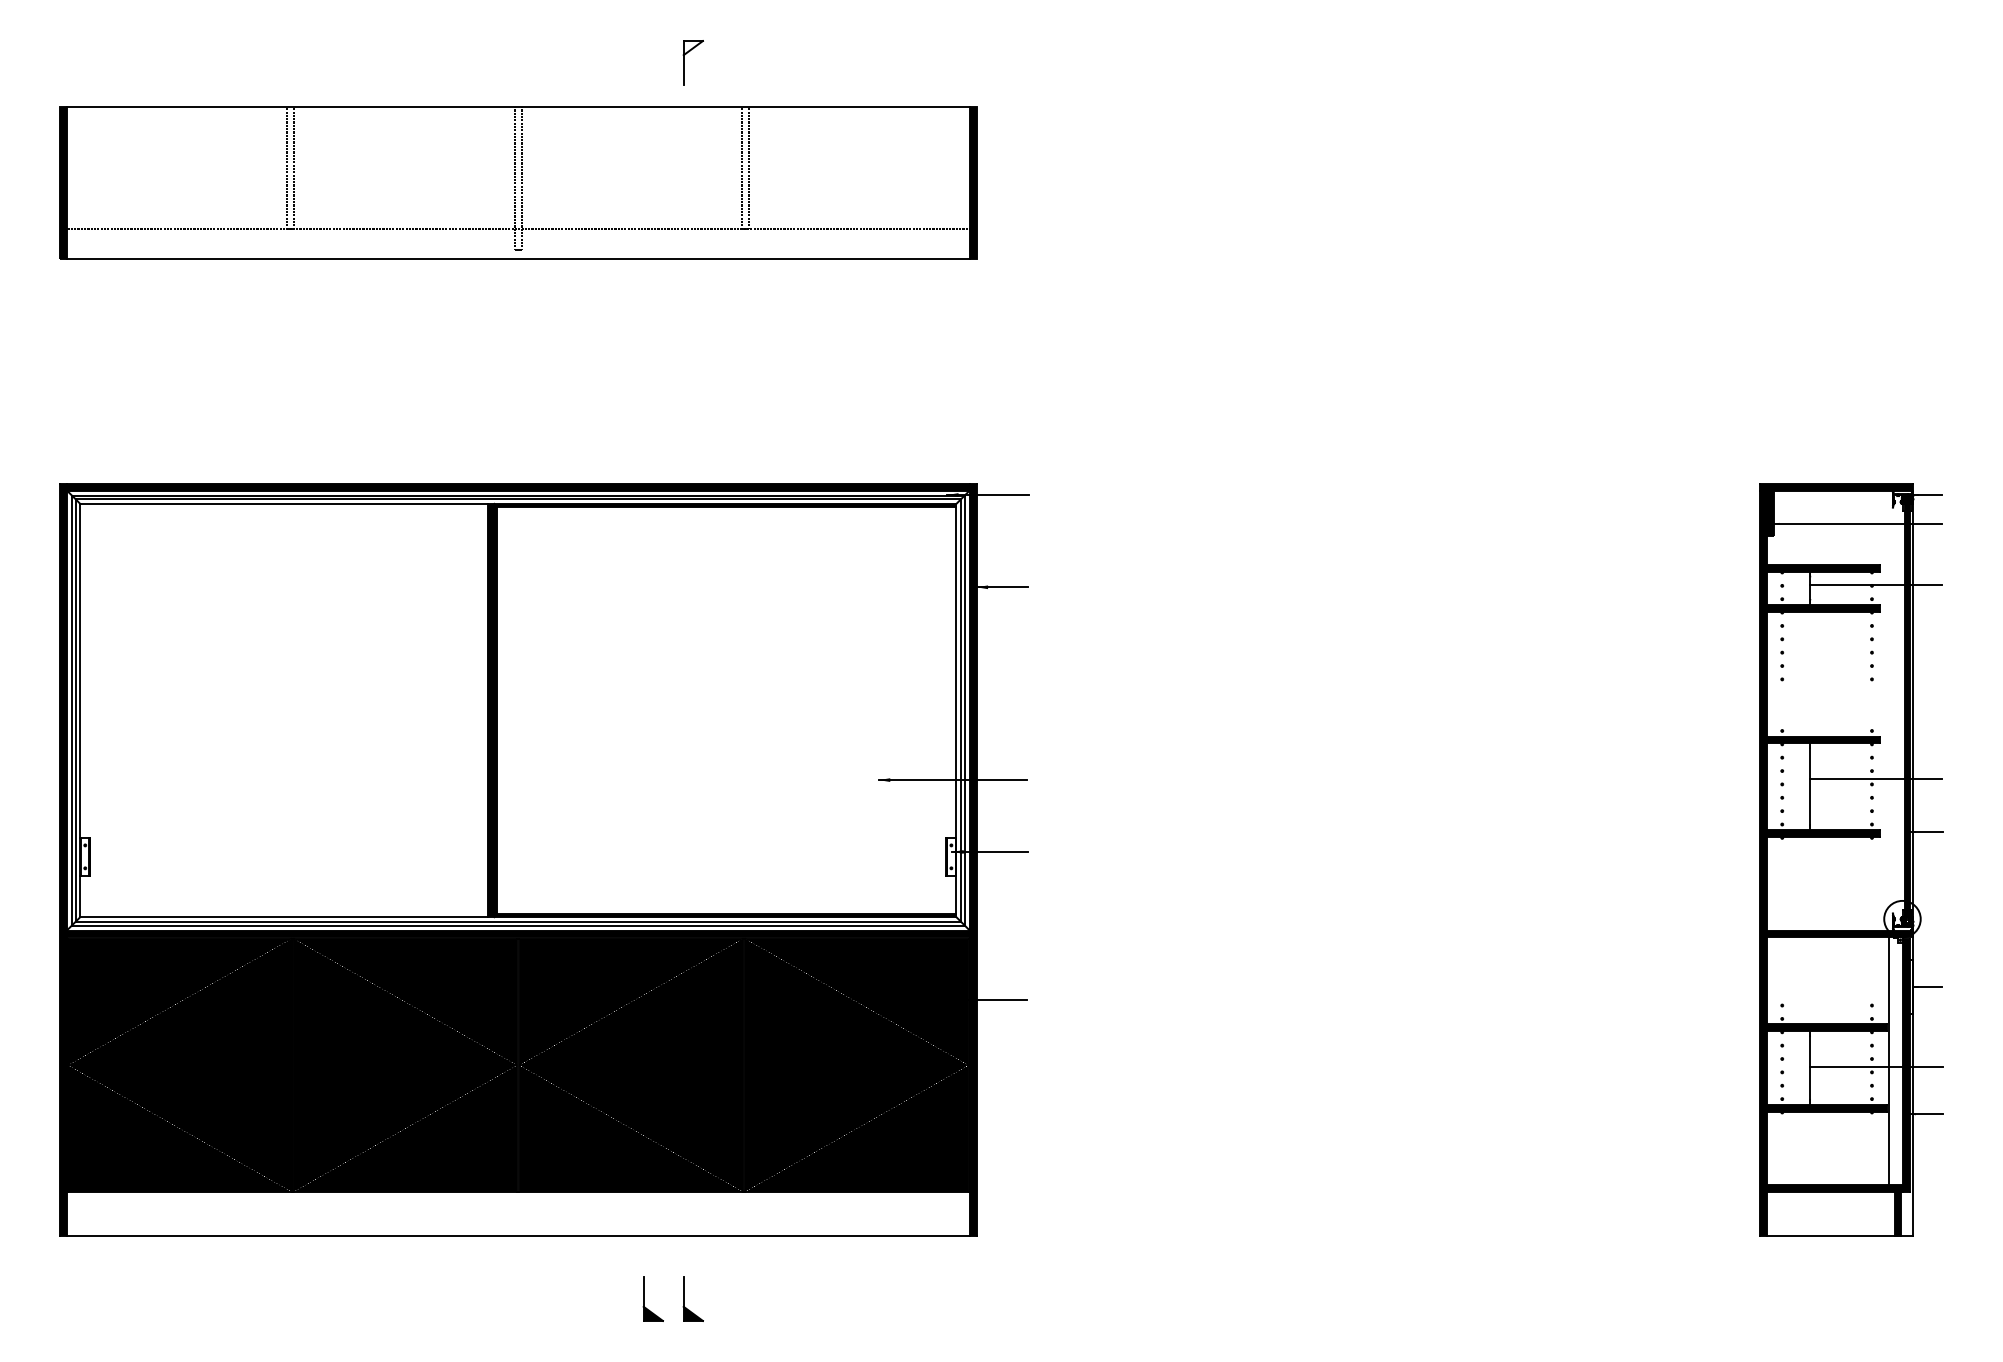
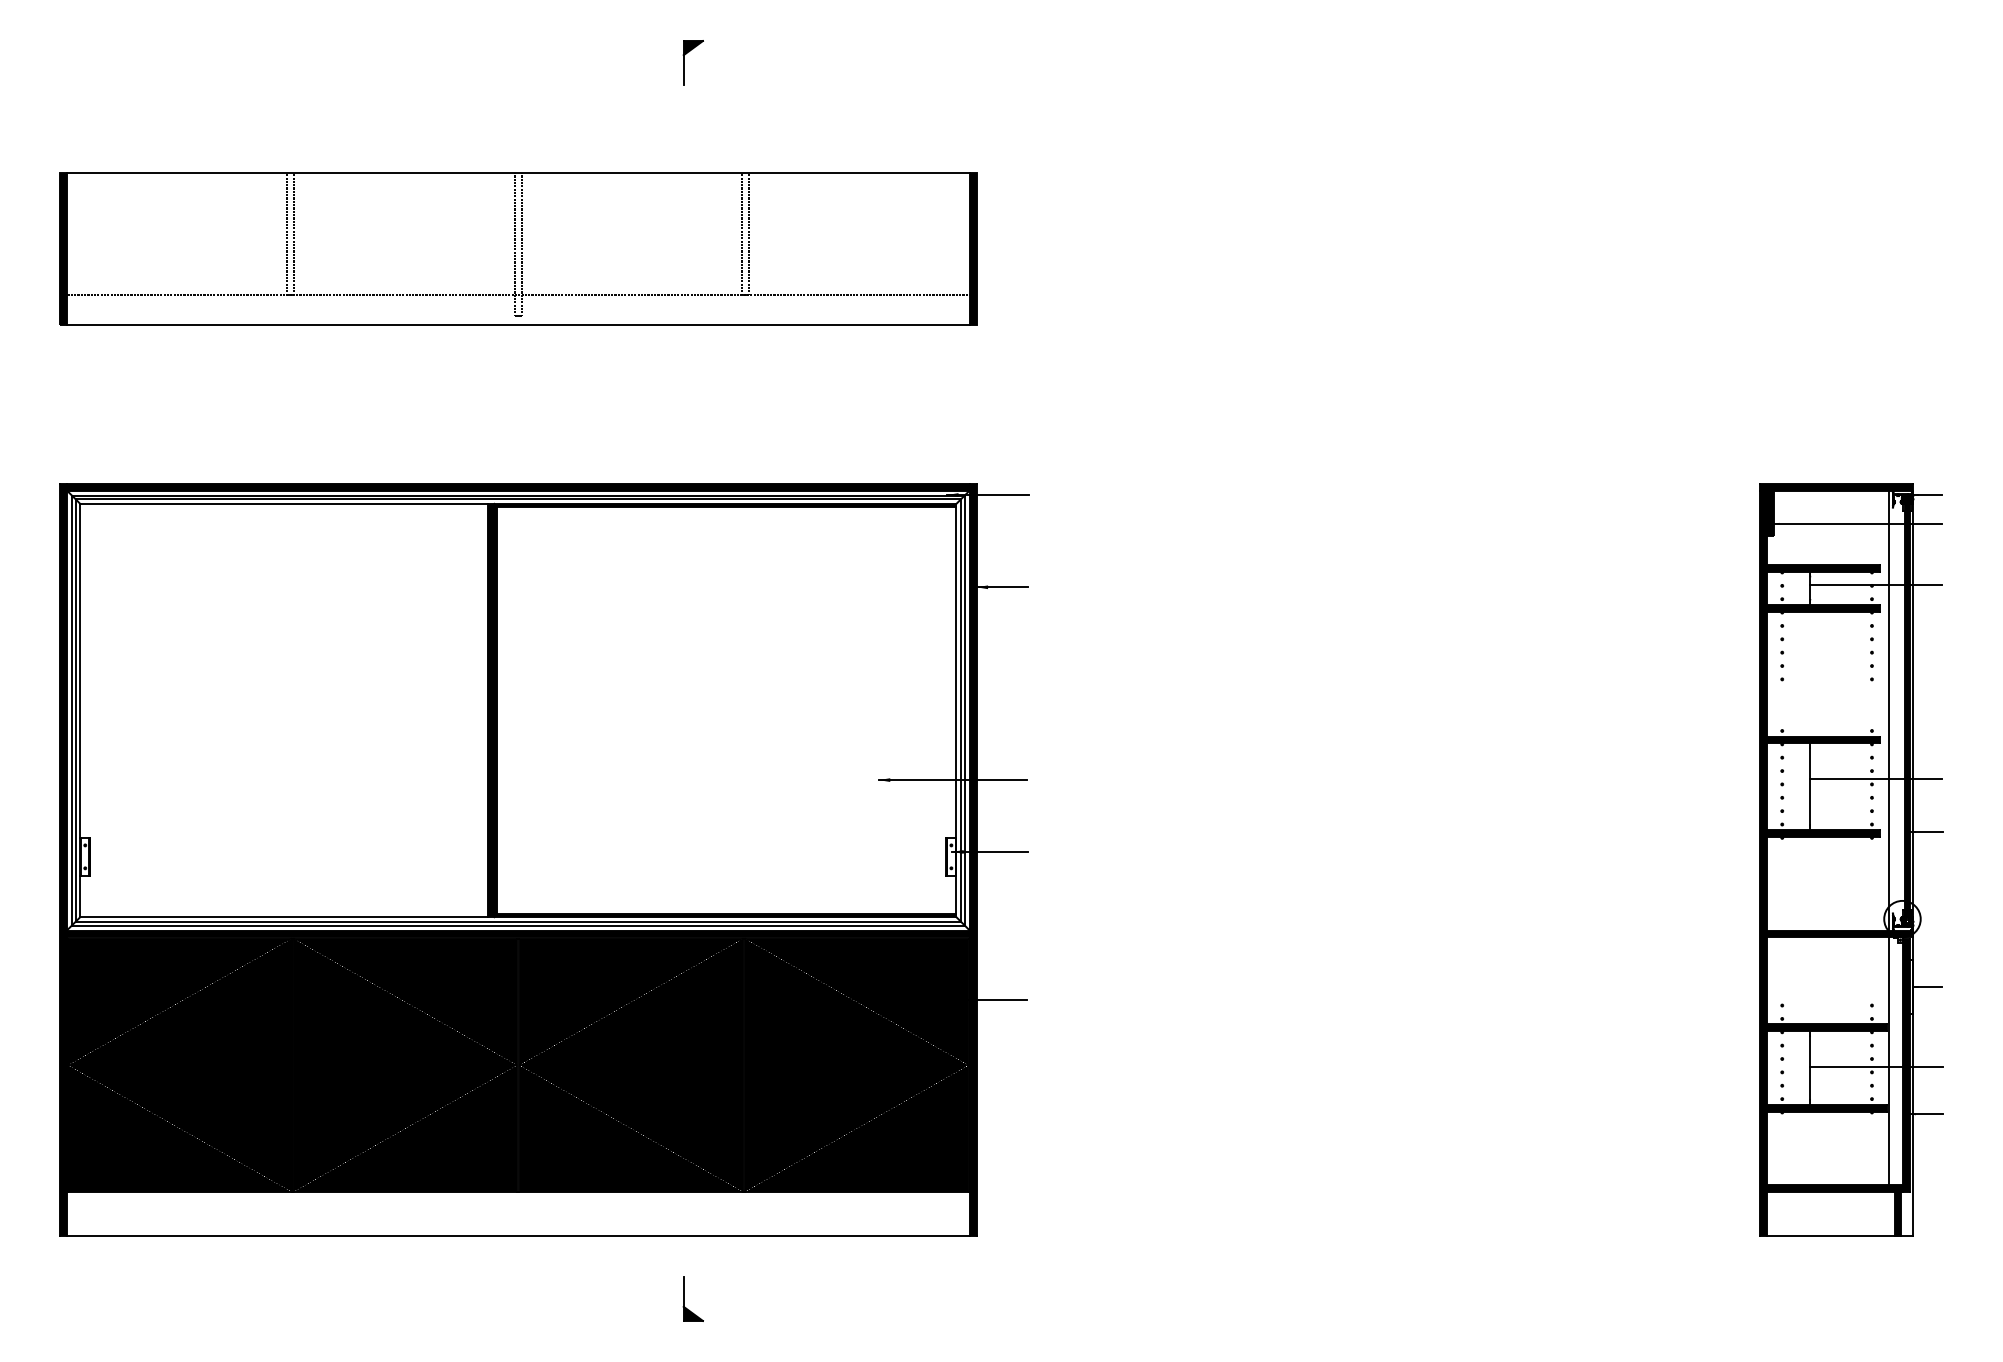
fill at (692, 48): none -> present
part at (518, 182) position: (518, 182) -> (518, 248)
line at (1889, 710): none -> present
part at (644, 1298): present -> none
